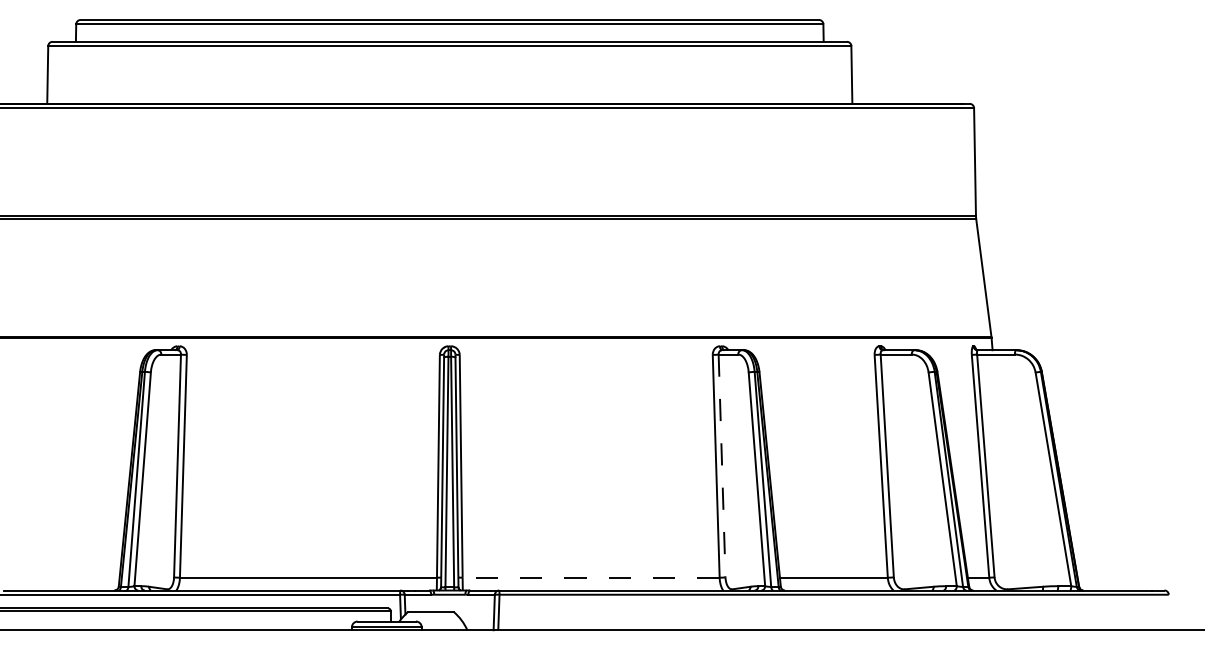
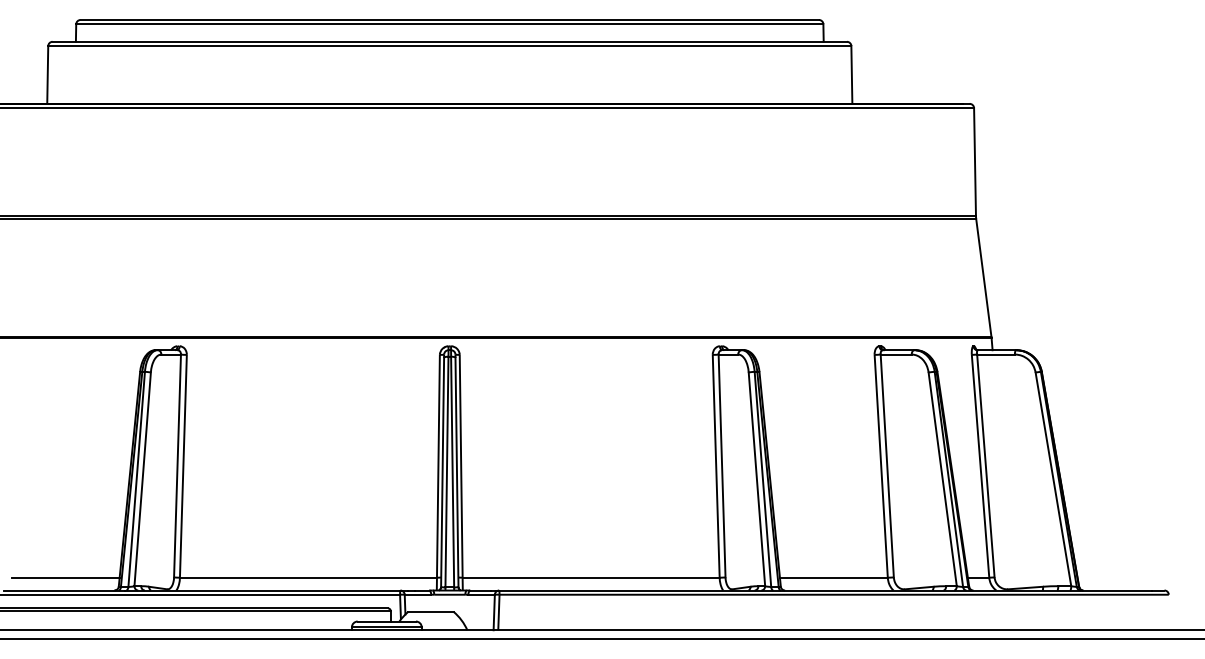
line at (722, 466): dashed -> solid
line at (65, 577): none -> present
line at (591, 577): dashed -> solid
line at (601, 639): none -> present
